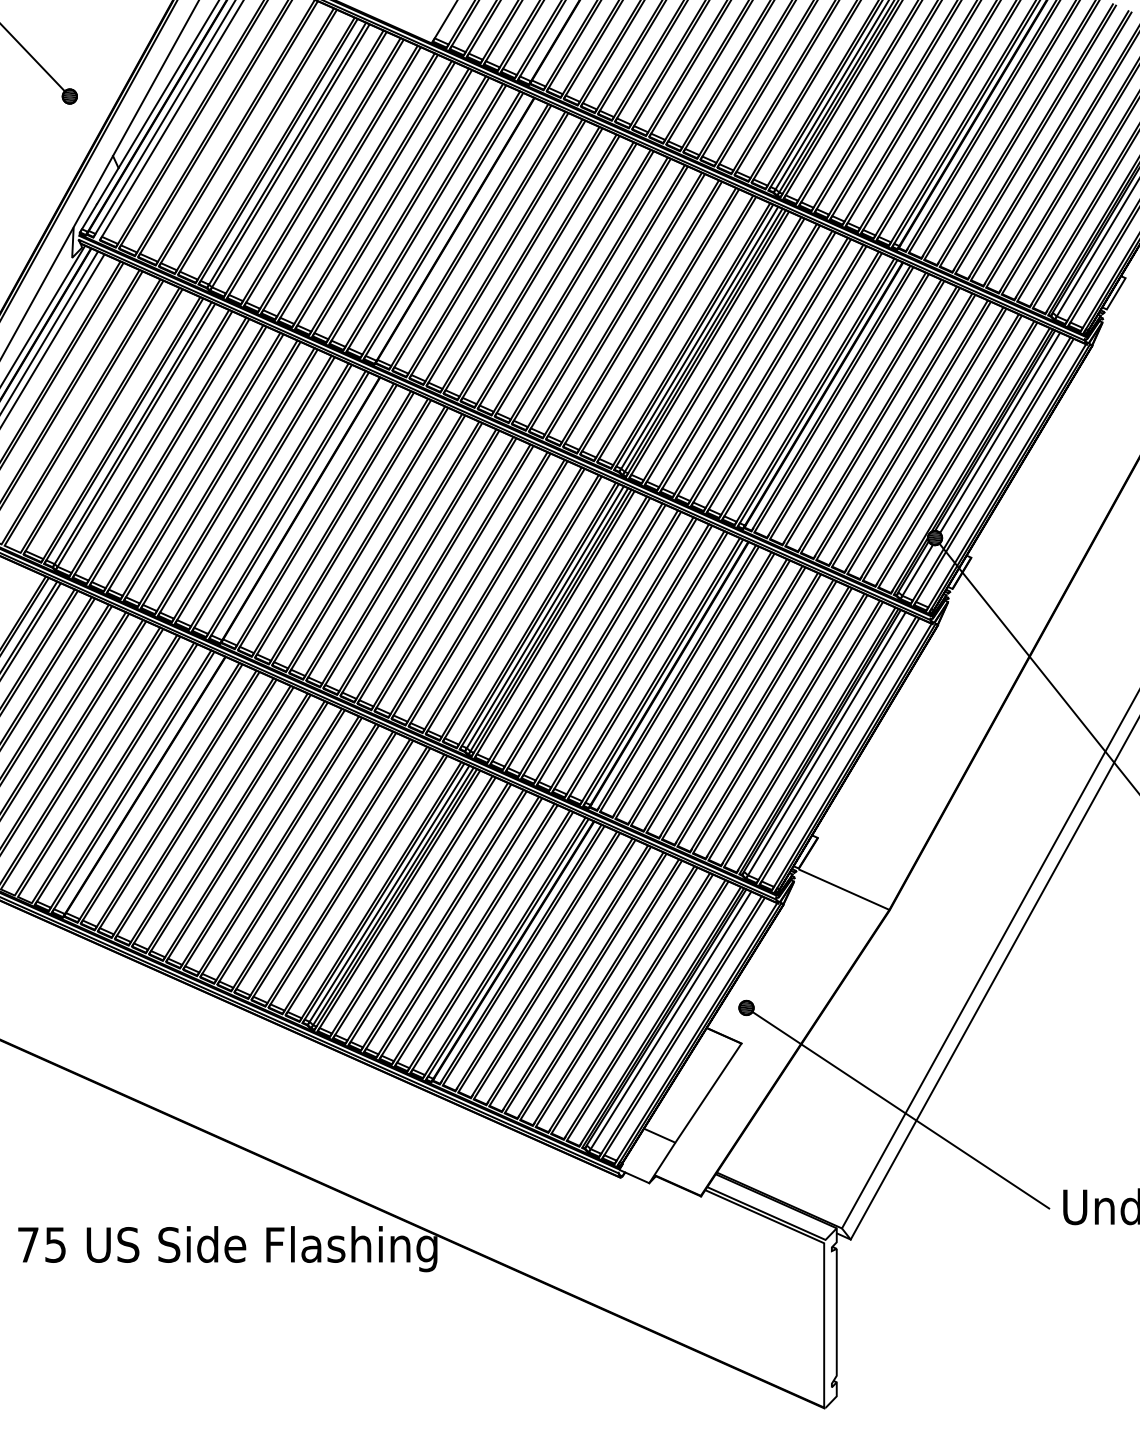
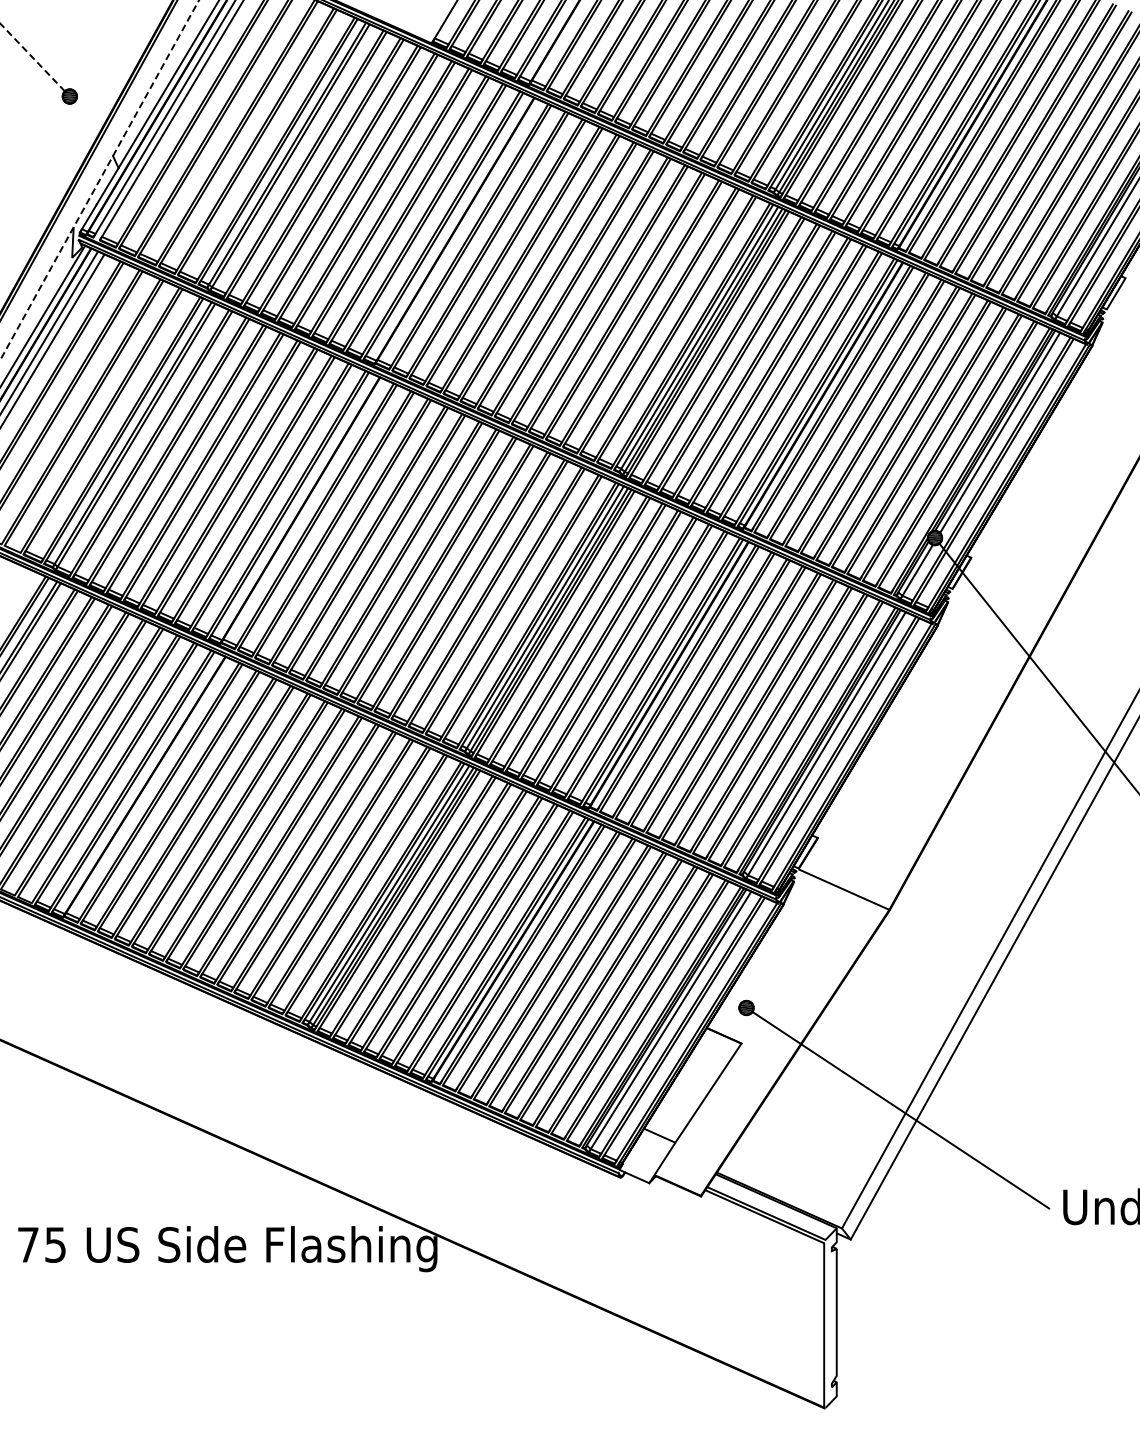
line at (32, 57): solid -> dashed
line at (99, 179): solid -> dashed
